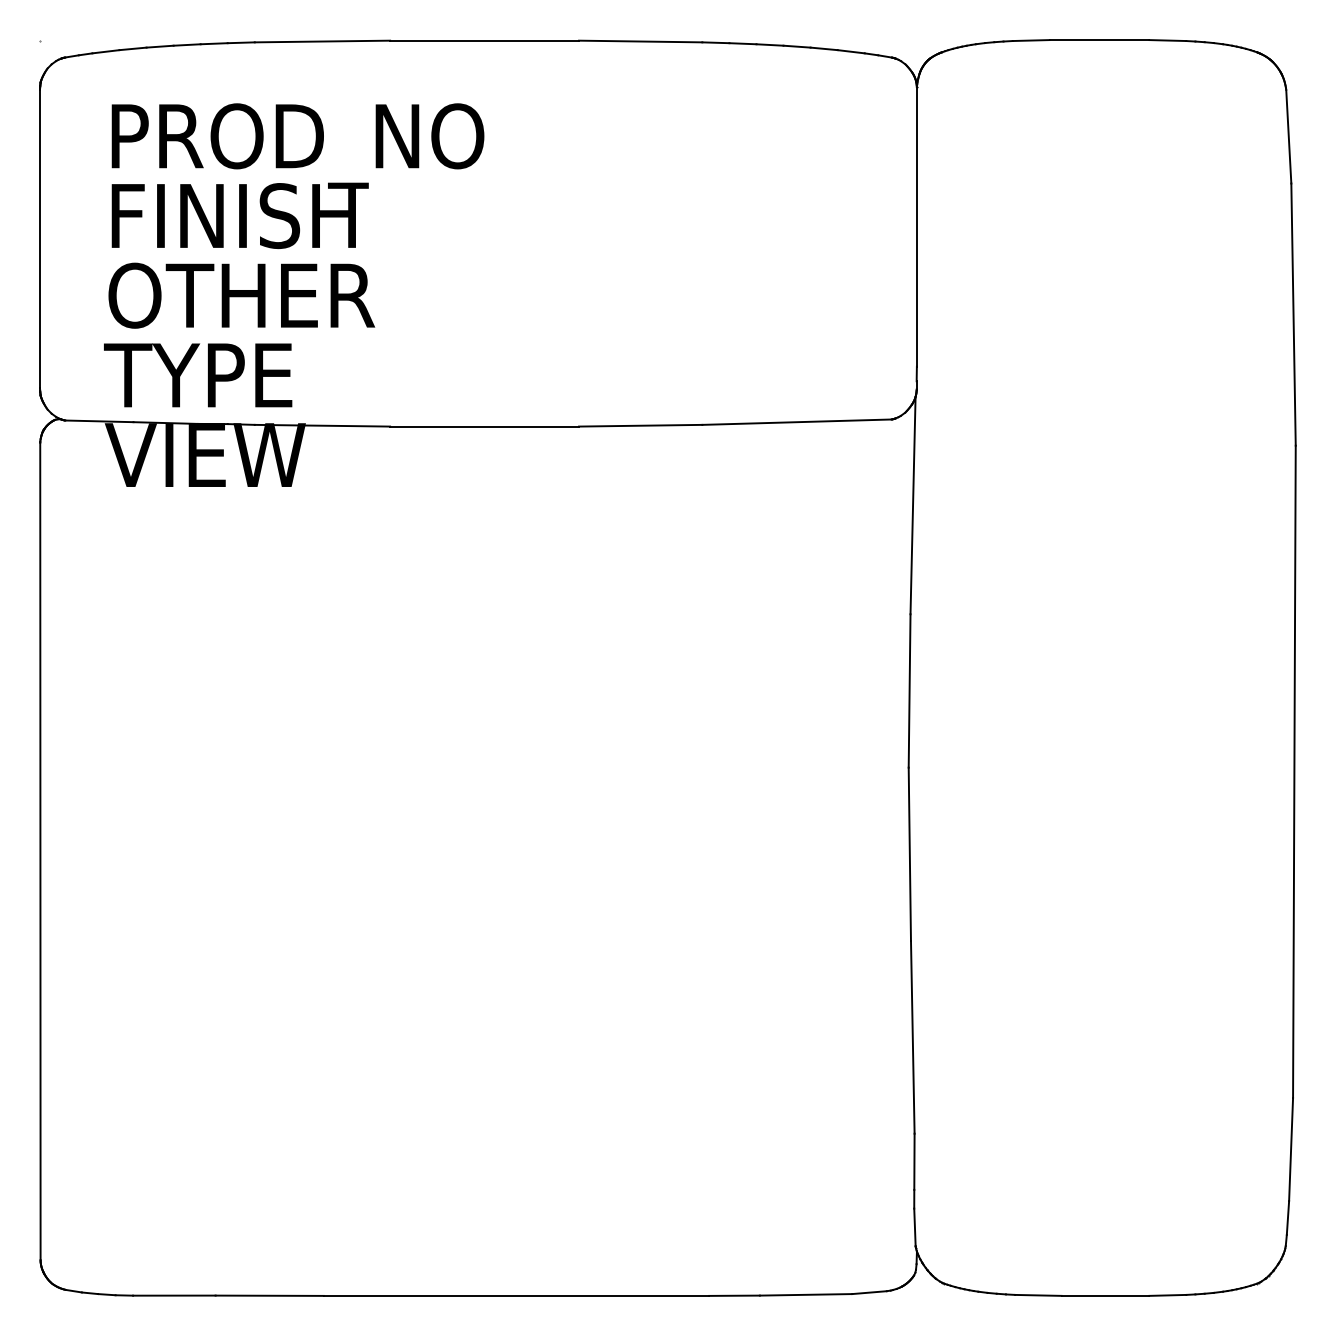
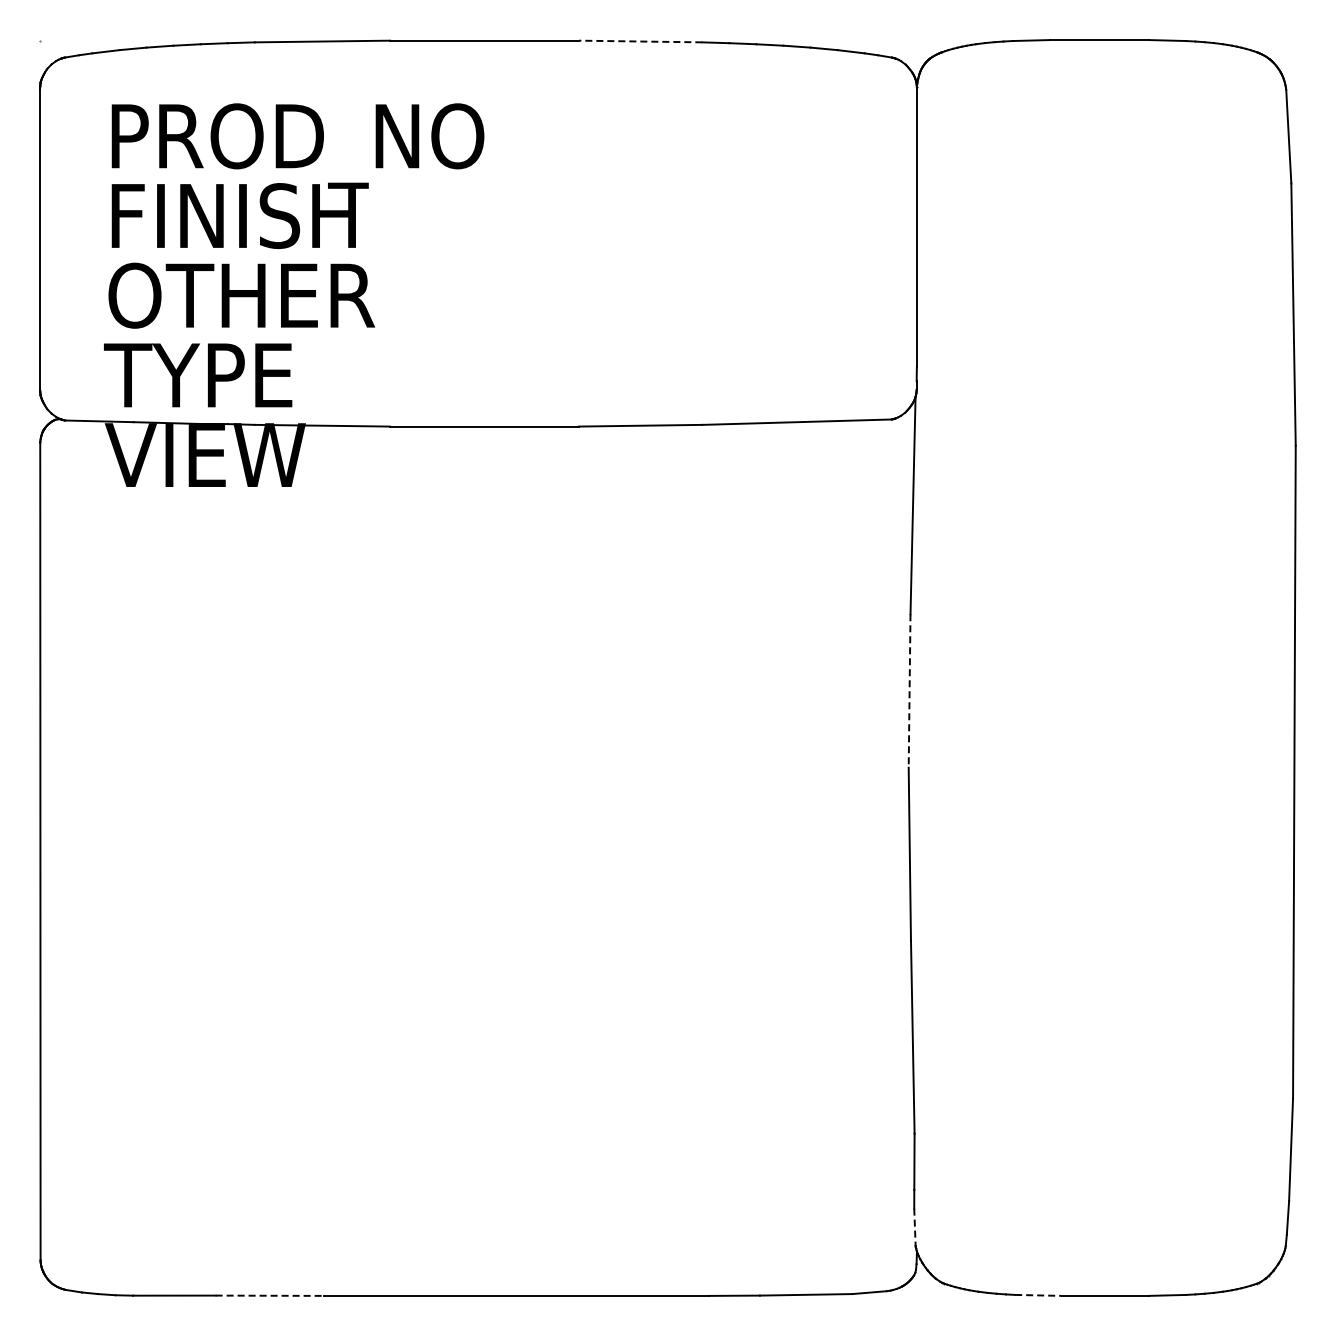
line at (640, 41): solid -> dashed
line at (909, 690): solid -> dashed
line at (914, 1227): solid -> dashed
line at (270, 1295): solid -> dashed
line at (1038, 1295): solid -> dashed
